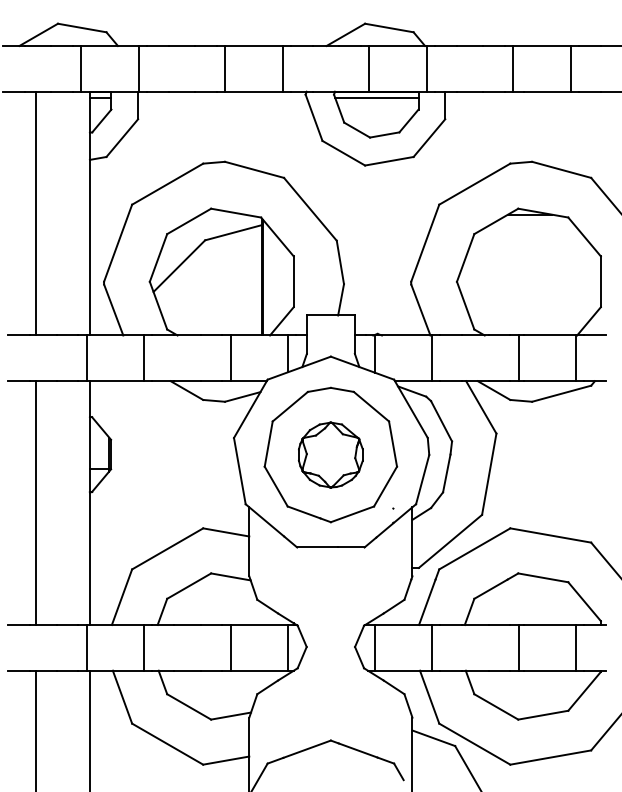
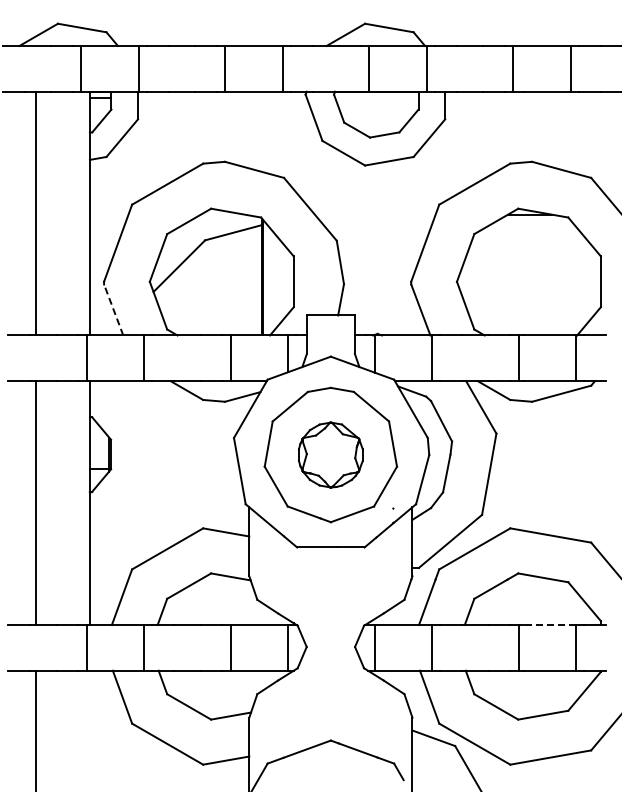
line at (376, 98): present -> none
line at (113, 309): solid -> dashed
line at (549, 624): solid -> dashed
line at (89, 729): present -> none
